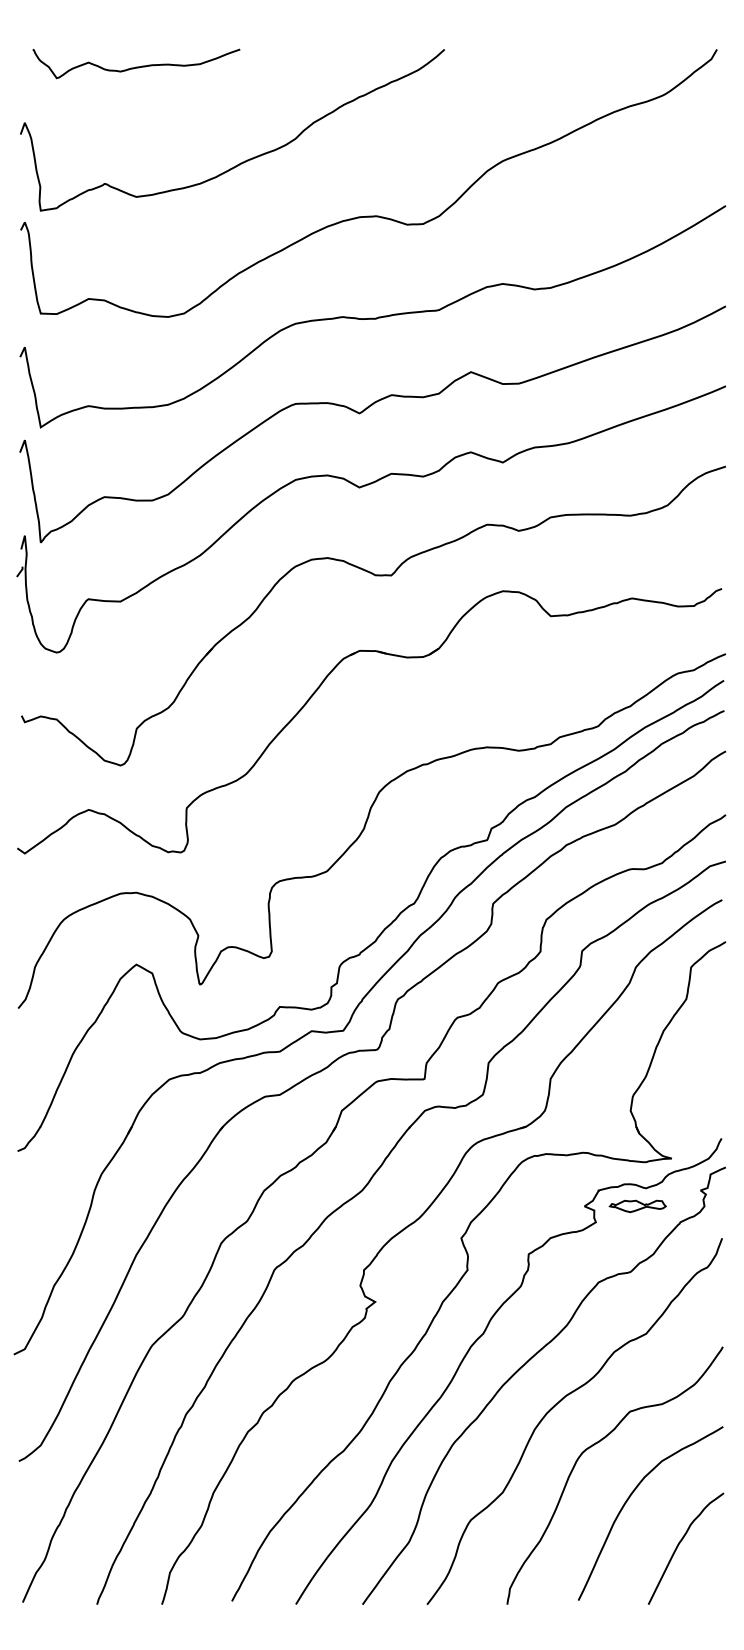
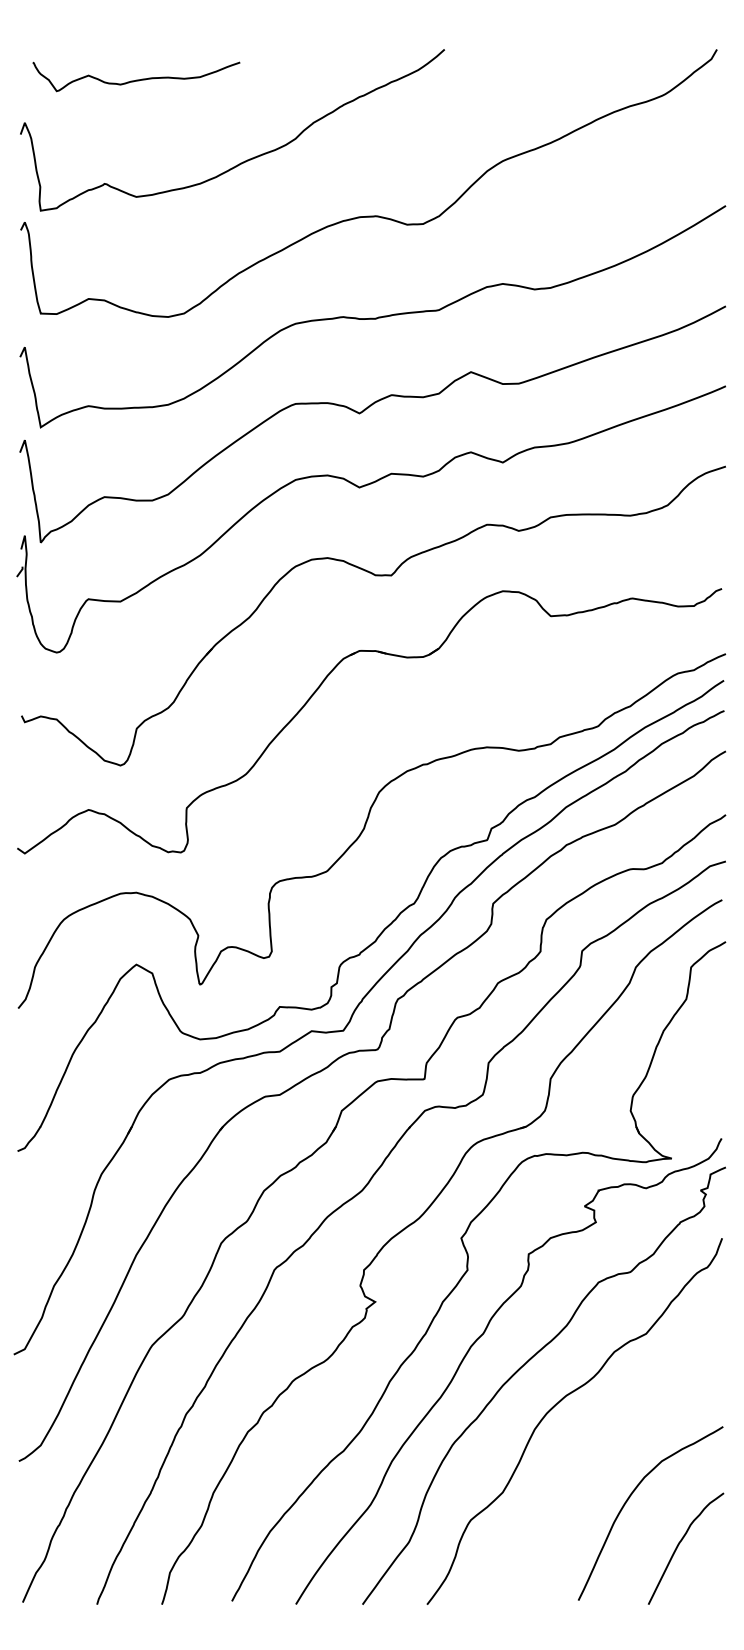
curve at (136, 66) position: (136, 66) -> (136, 79)
part at (637, 1206): present -> none
curve at (596, 1444): present -> none
